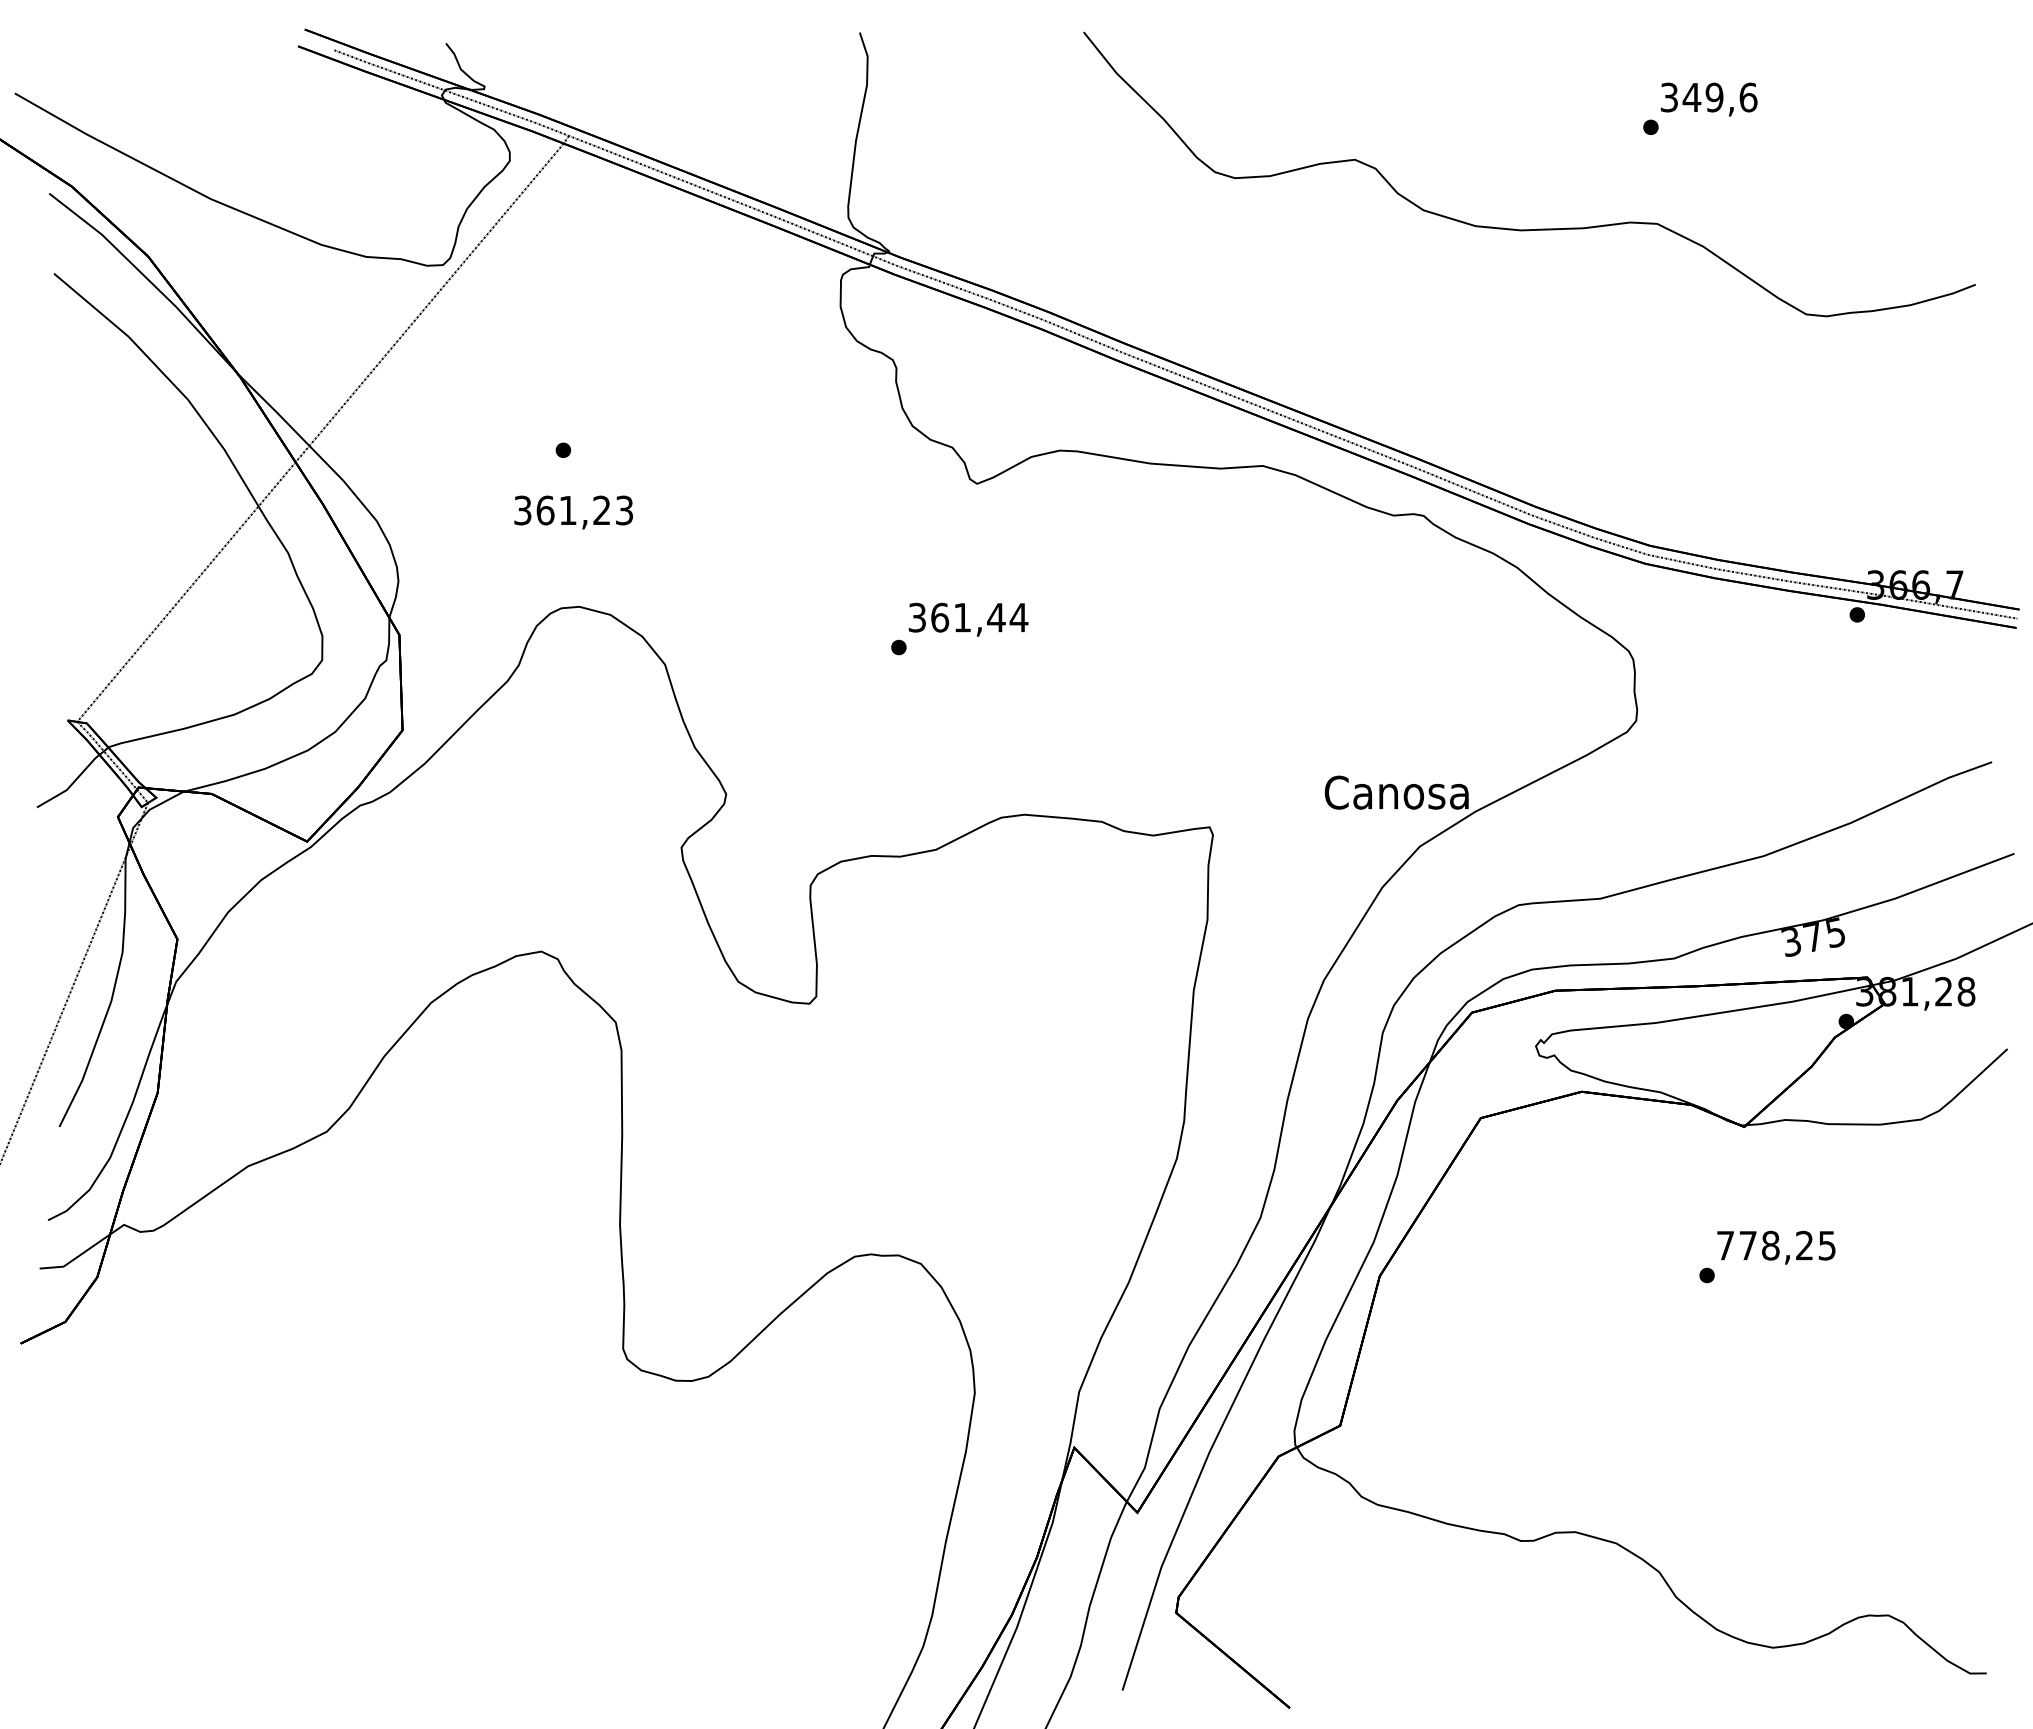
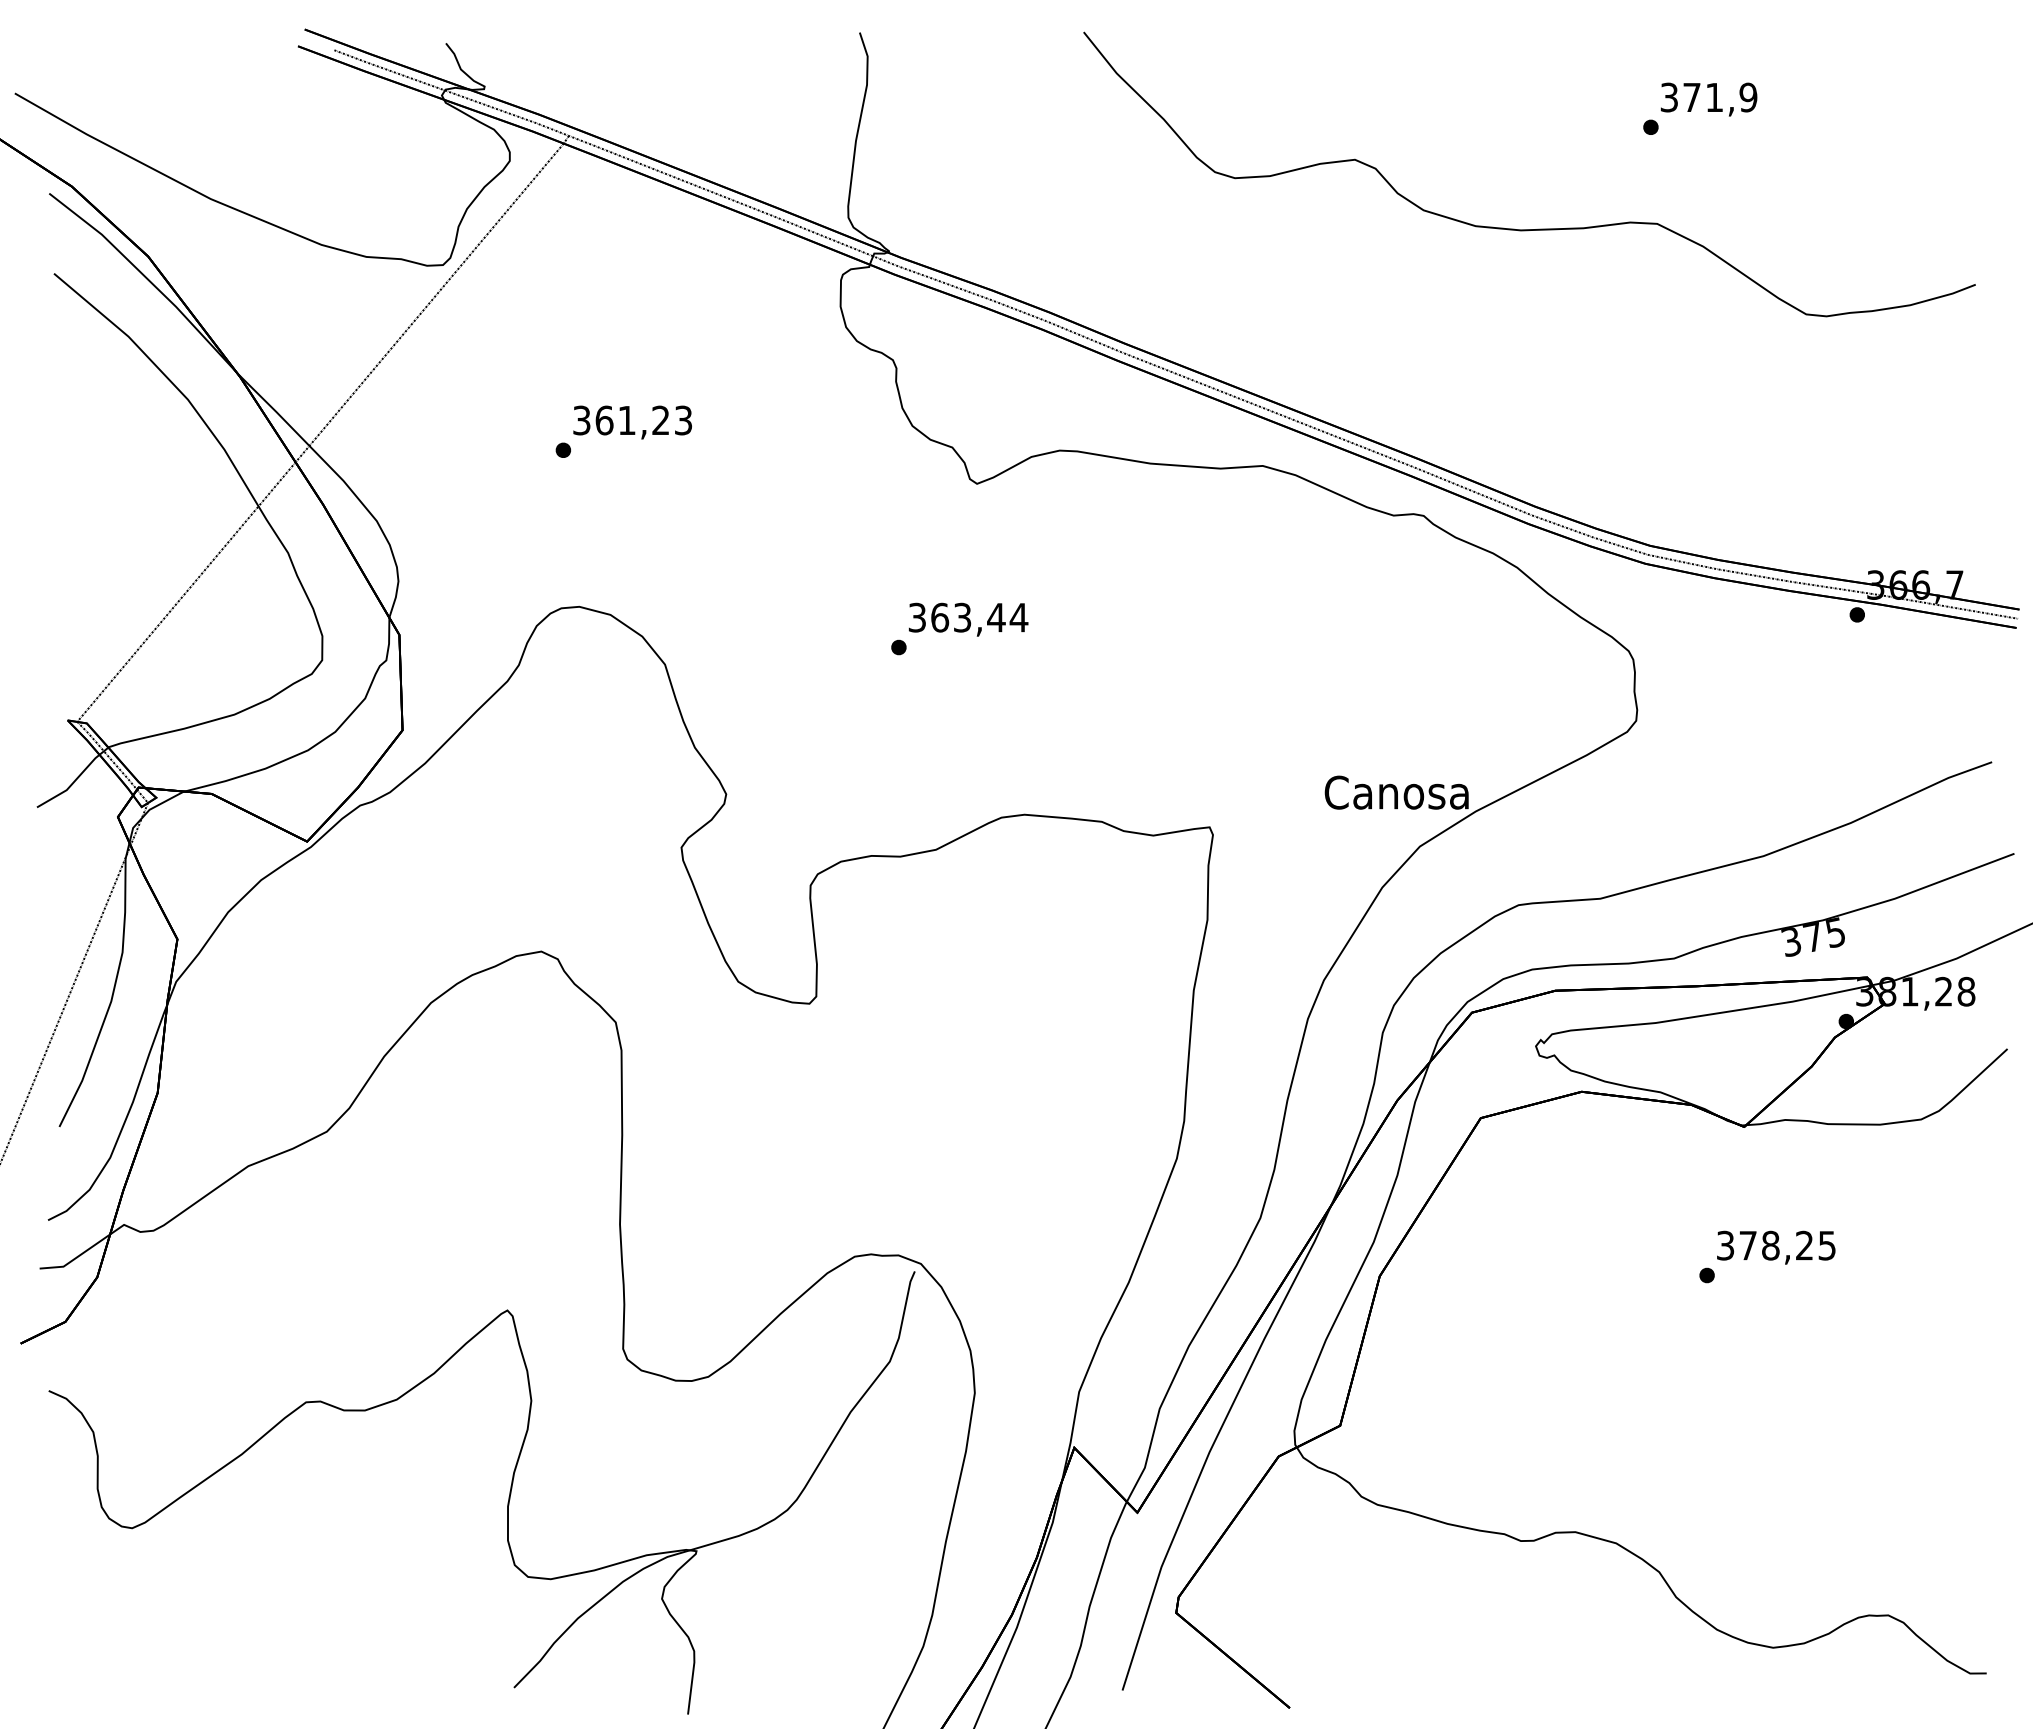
text at (1719, 97): 349,6 -> 371,9
text at (573, 512) position: (573, 512) -> (632, 422)
text at (962, 617): 361,44 -> 363,44
text at (1725, 1245): 778,25 -> 378,25
part at (508, 1496): none -> present
